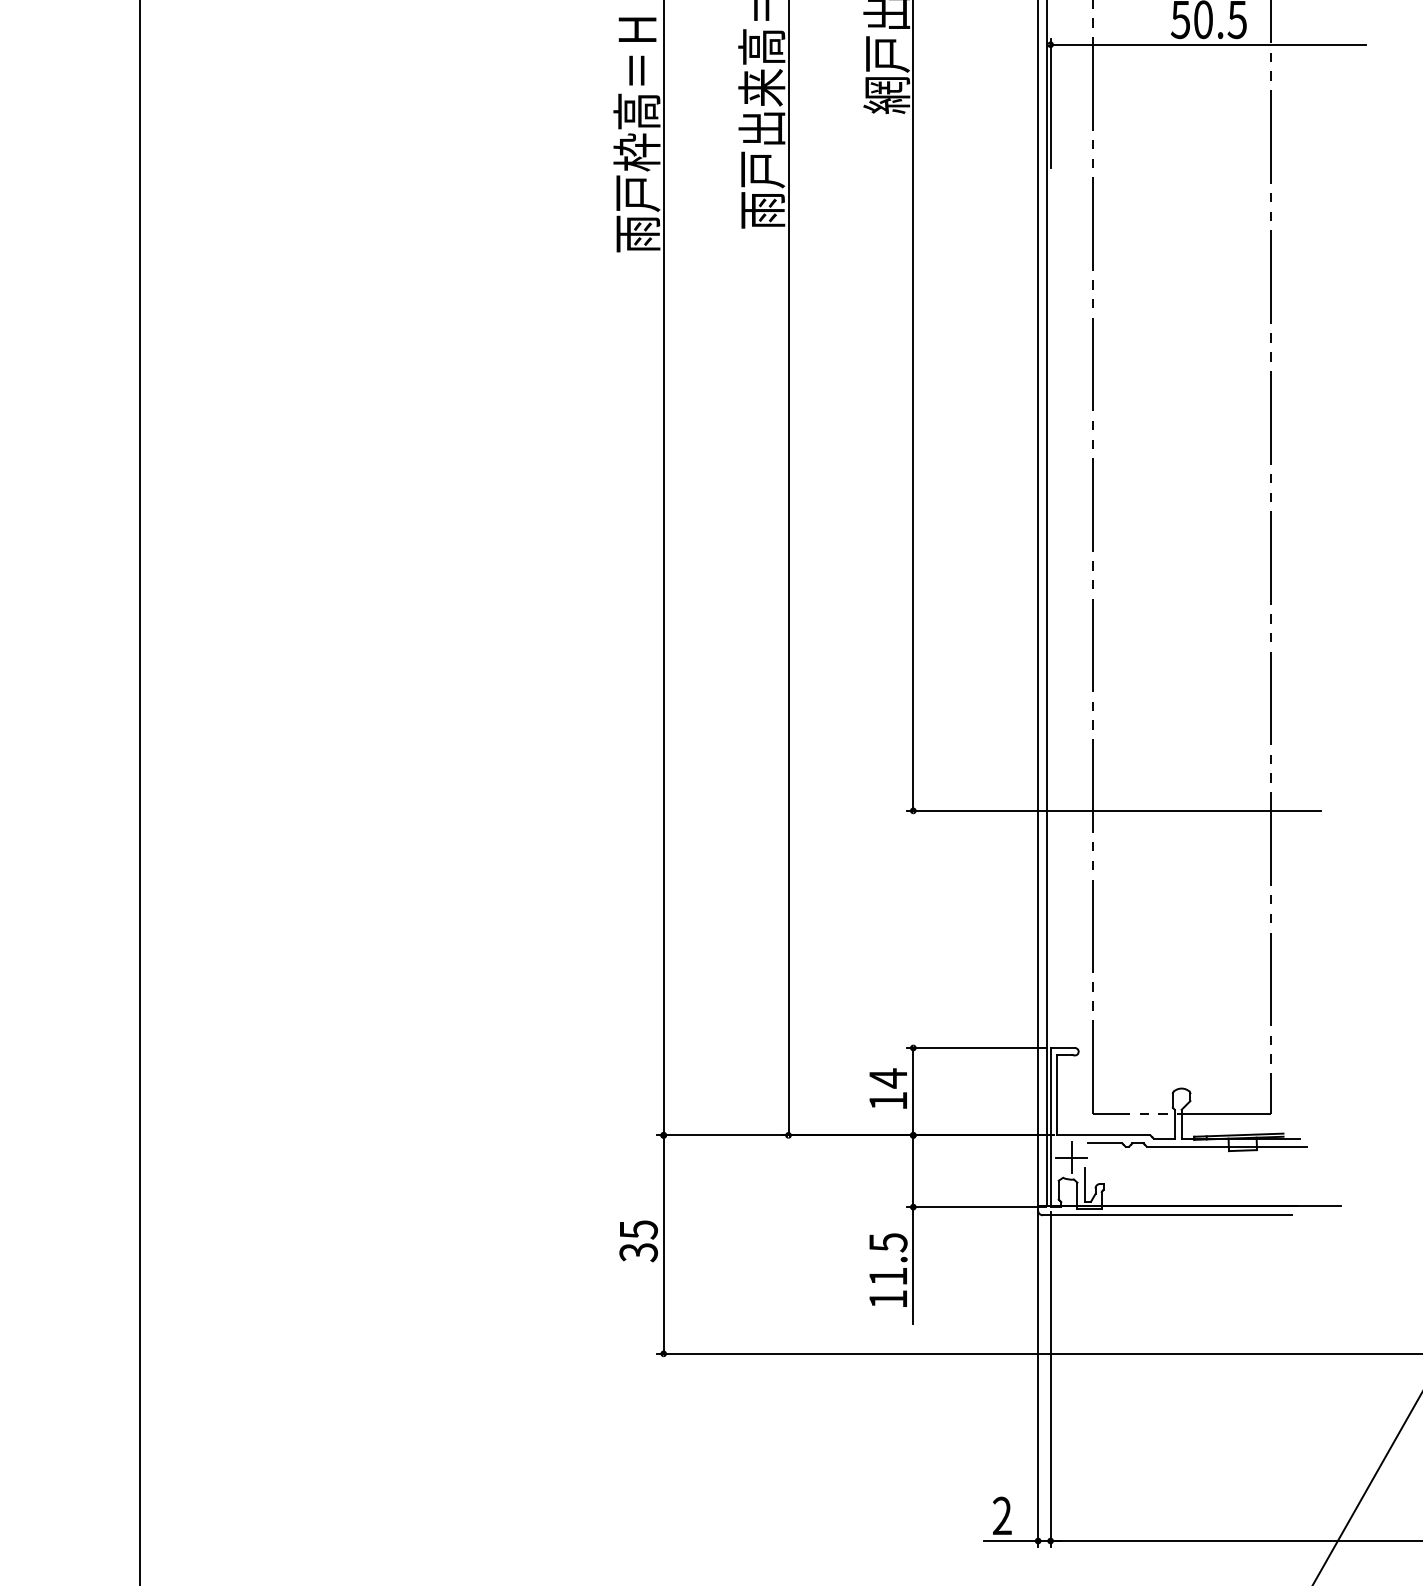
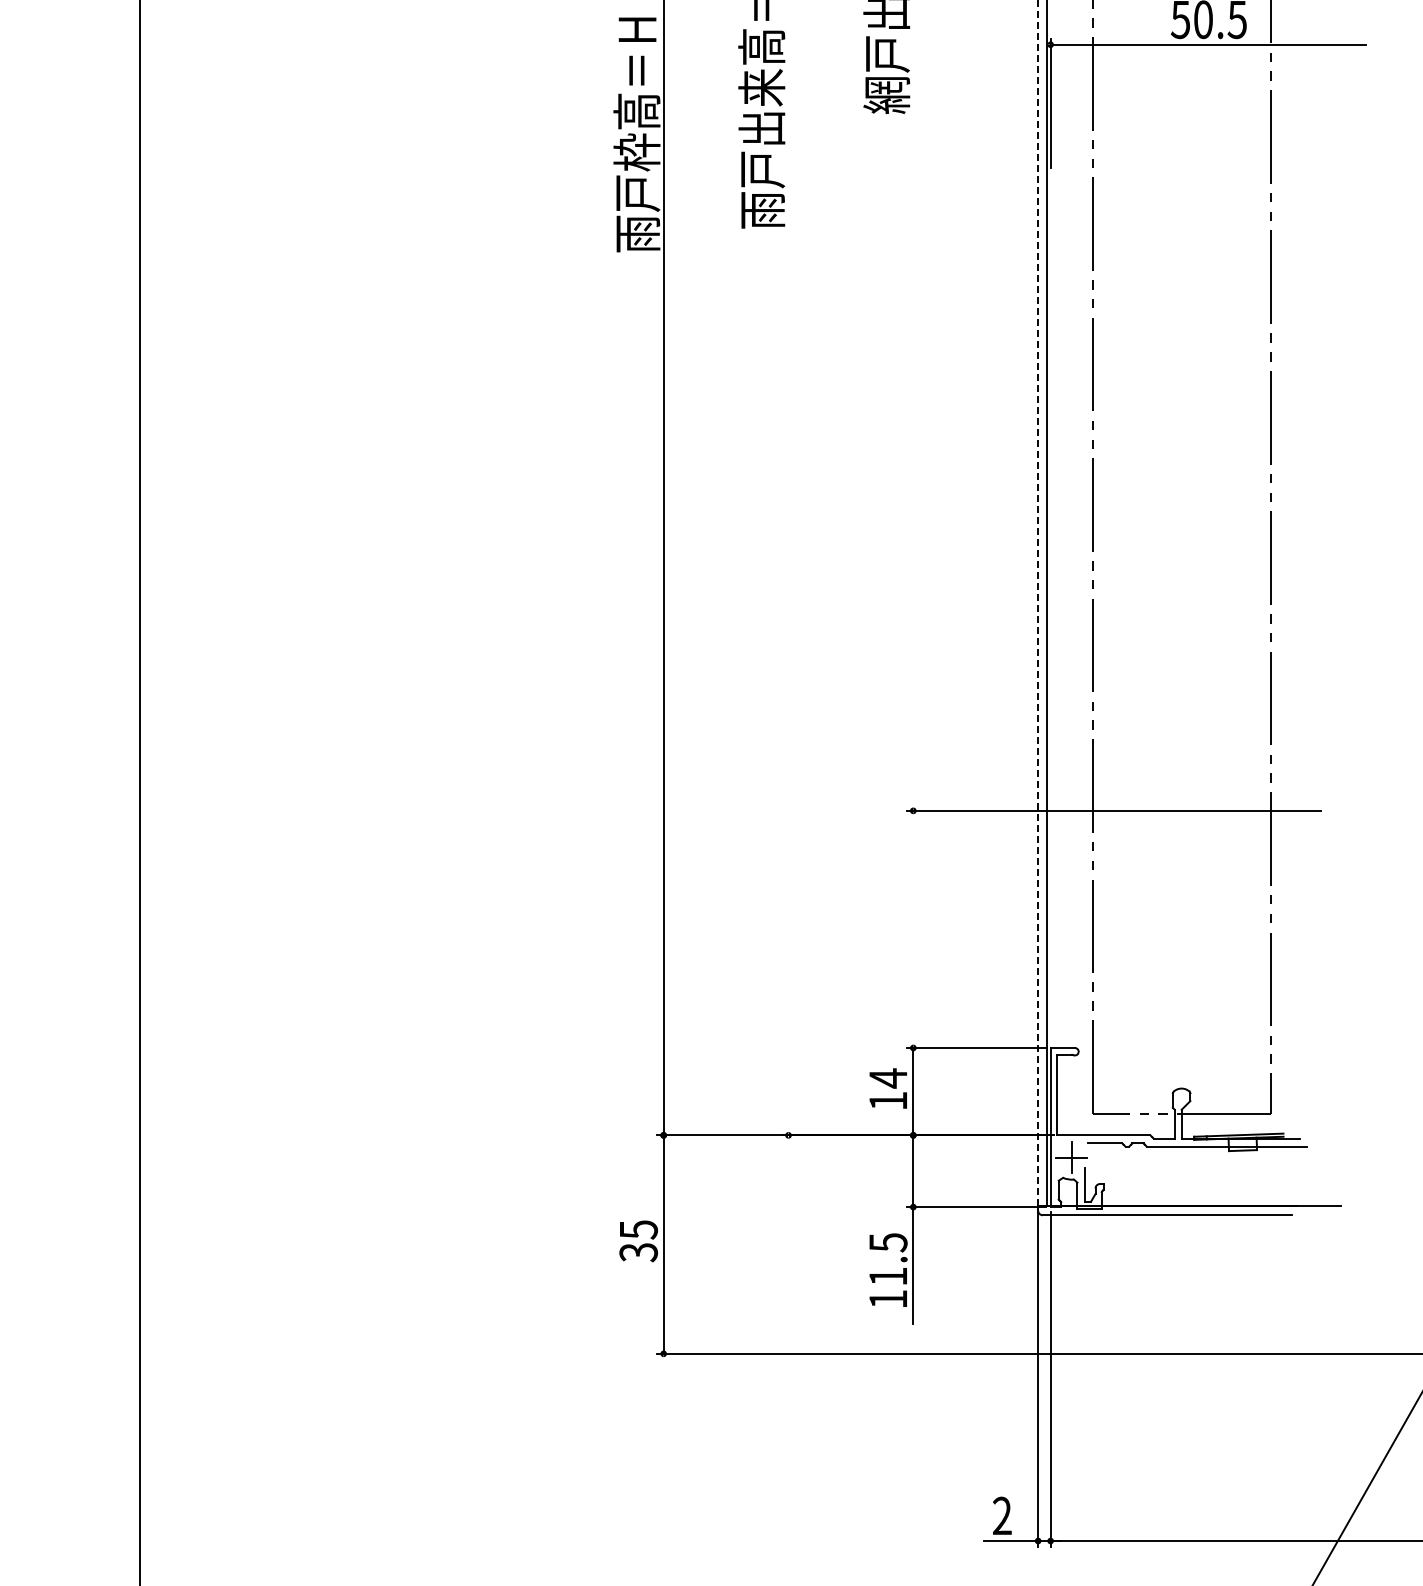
line at (913, 406): present -> none
line at (788, 568): present -> none
line at (1038, 603): solid -> dashed
